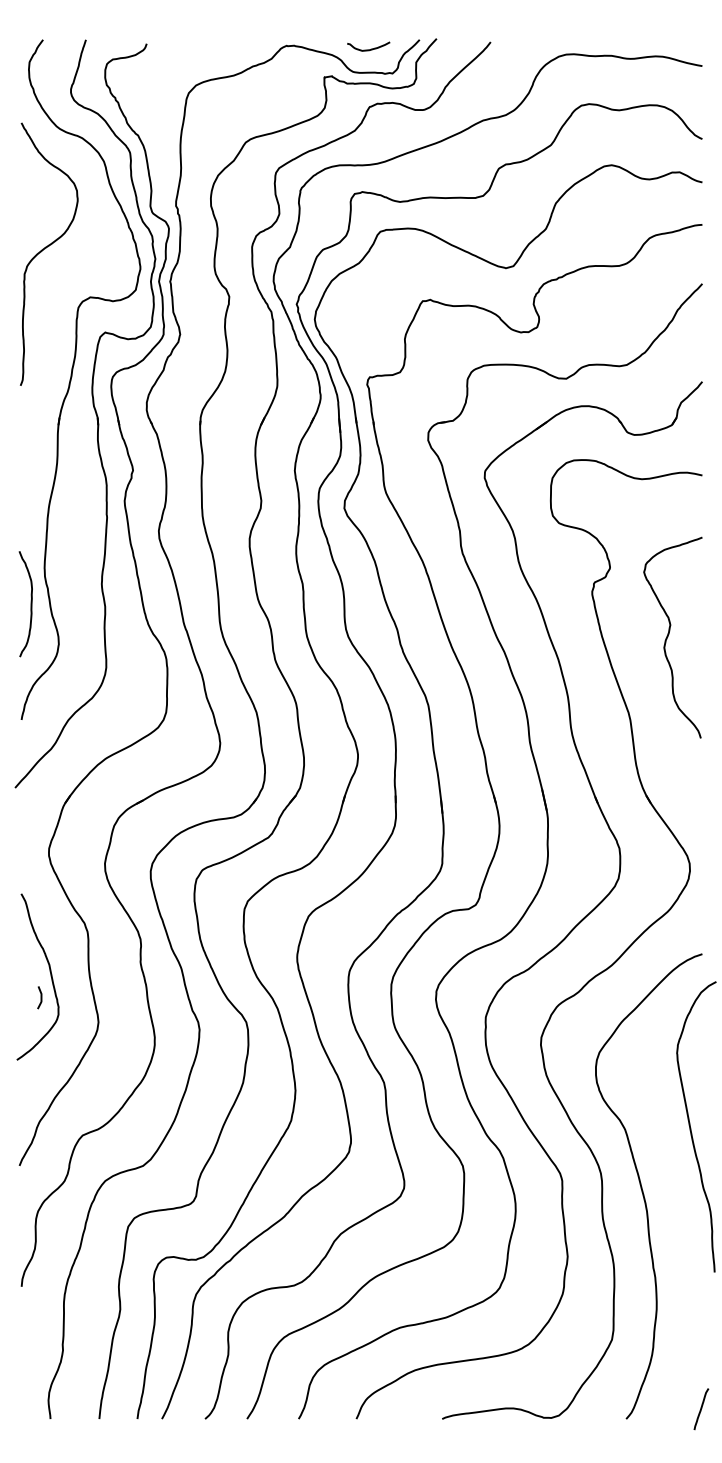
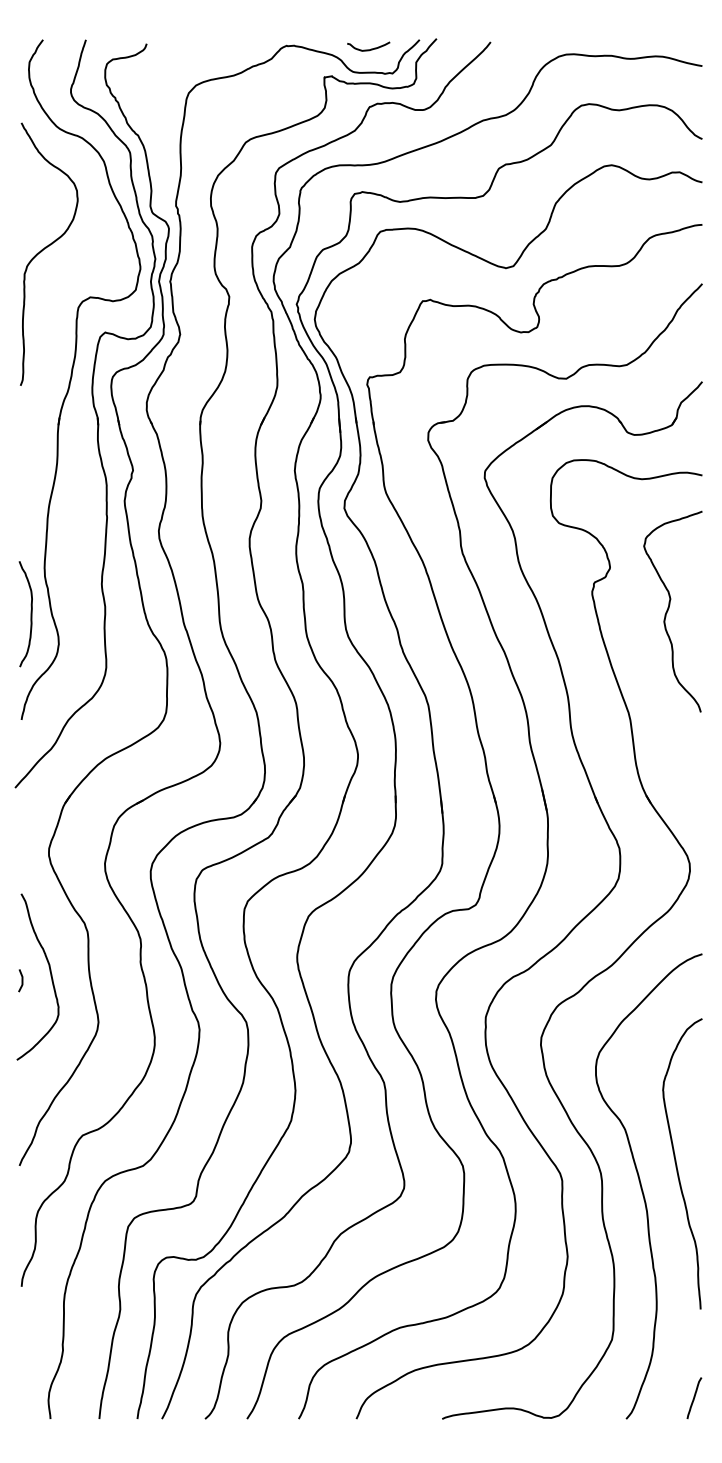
curve at (30, 604) position: (30, 604) -> (30, 614)
curve at (668, 637) position: (668, 637) -> (668, 611)
line at (40, 997) position: (40, 997) -> (21, 980)
curve at (691, 1128) position: (691, 1128) -> (677, 1165)
curve at (701, 1409) position: (701, 1409) -> (694, 1398)
